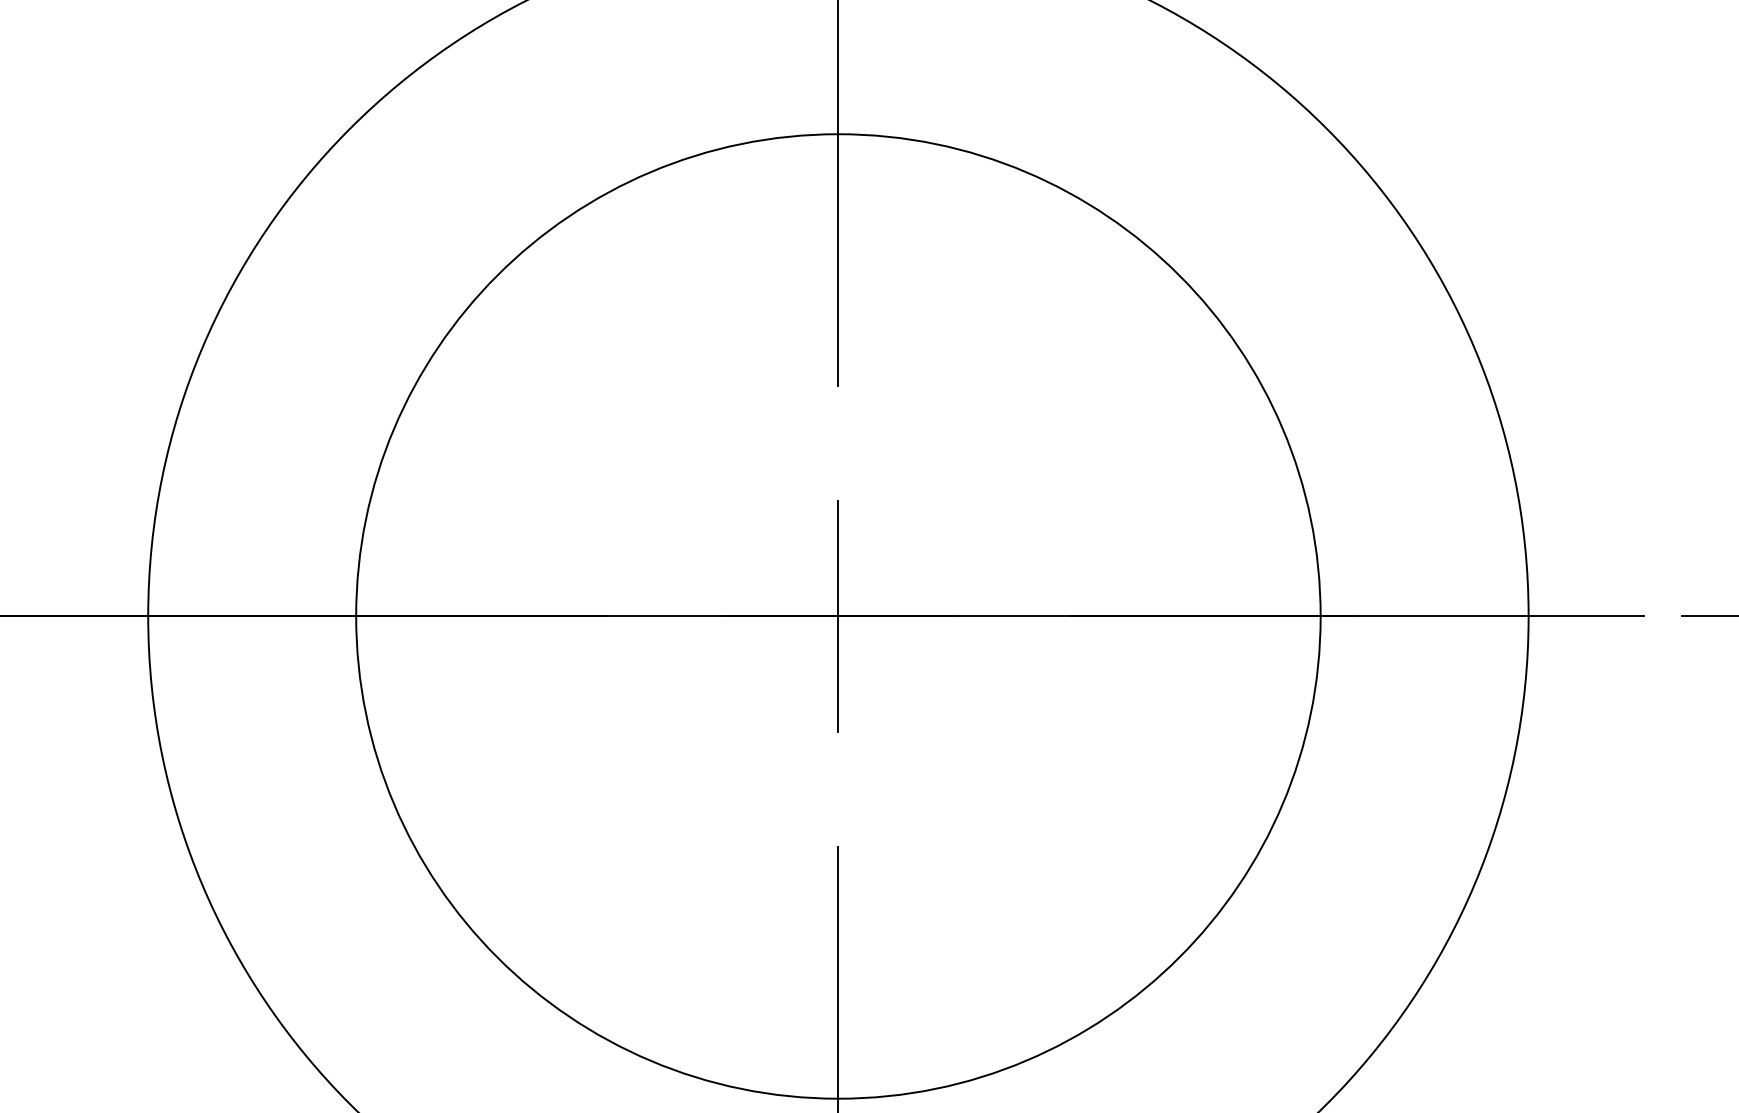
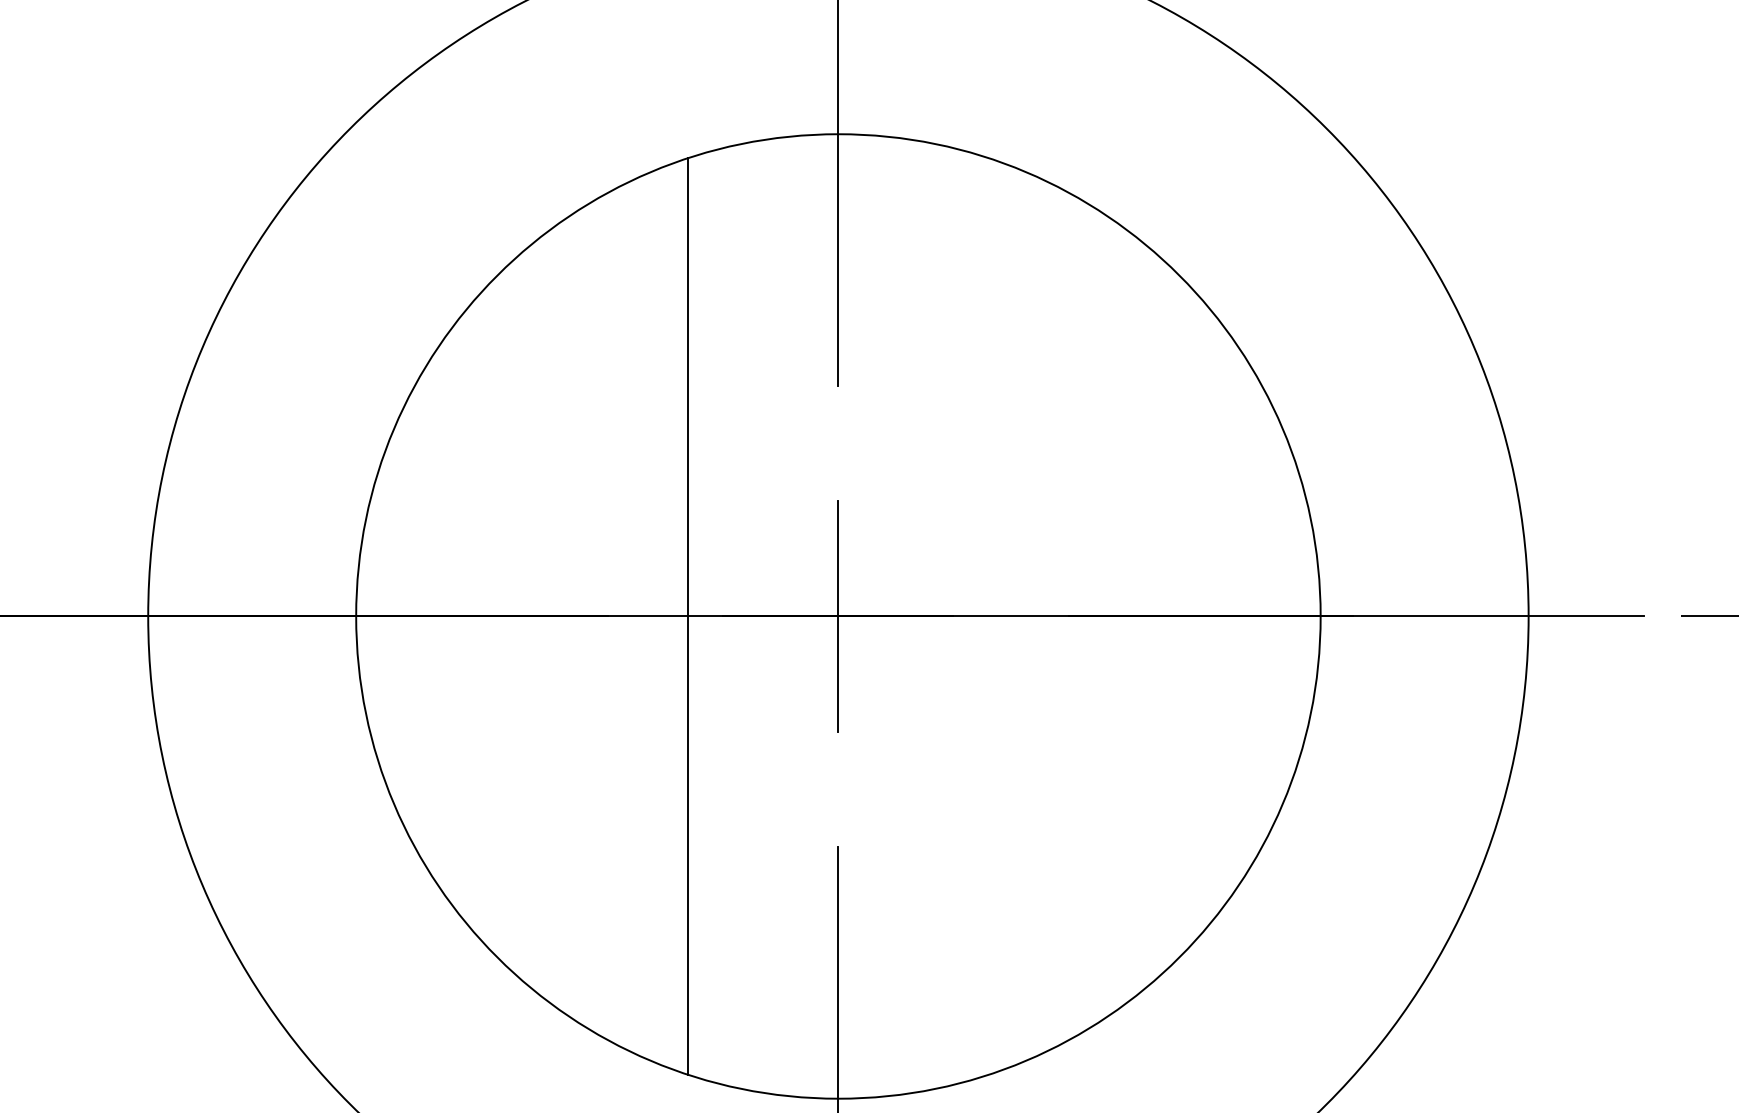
line at (688, 616): none -> present
